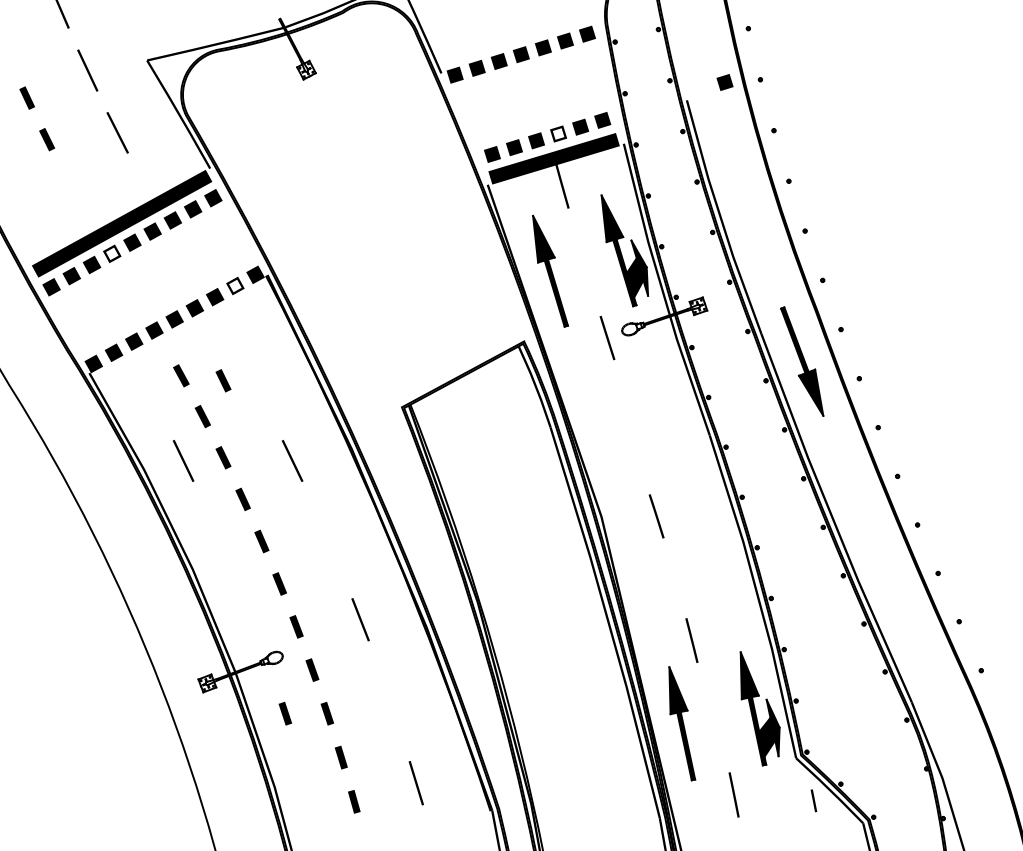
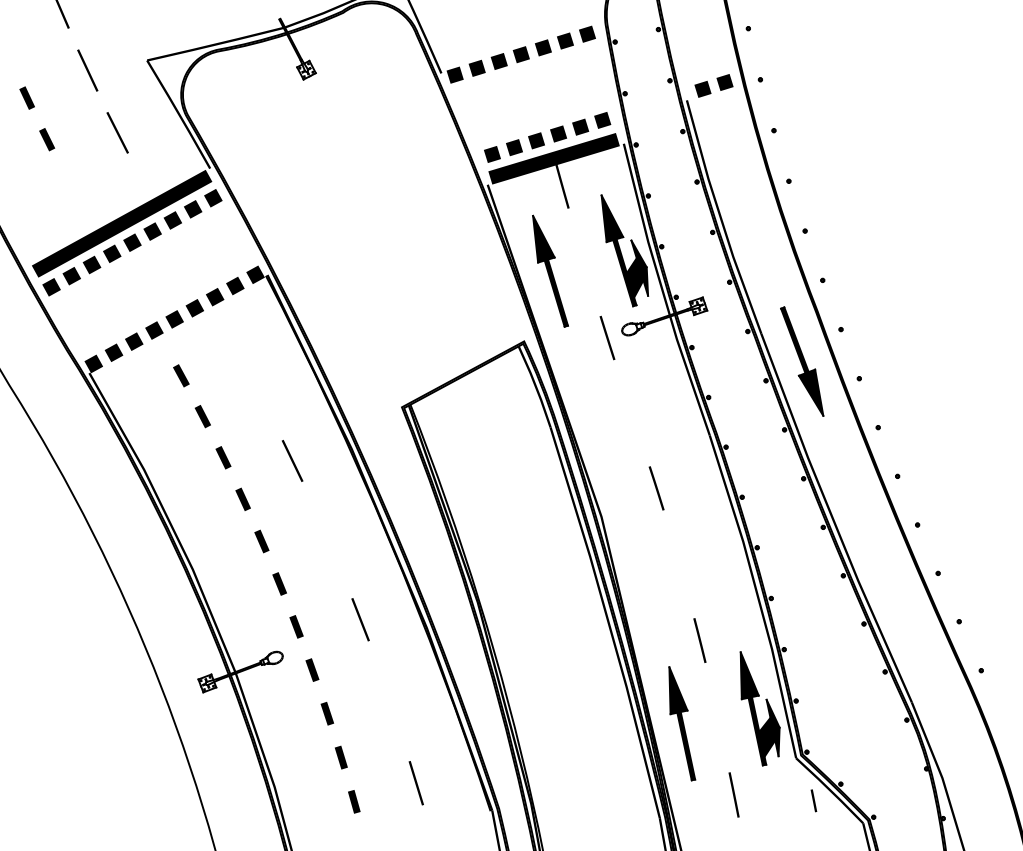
part at (702, 88): none -> present
fill at (558, 133): none -> present
fill at (112, 253): none -> present
fill at (235, 285): none -> present
part at (223, 380): present -> none
line at (183, 460): present -> none
line at (656, 516) position: (656, 516) -> (656, 488)
line at (691, 640) position: (691, 640) -> (699, 640)
part at (285, 713): present -> none
